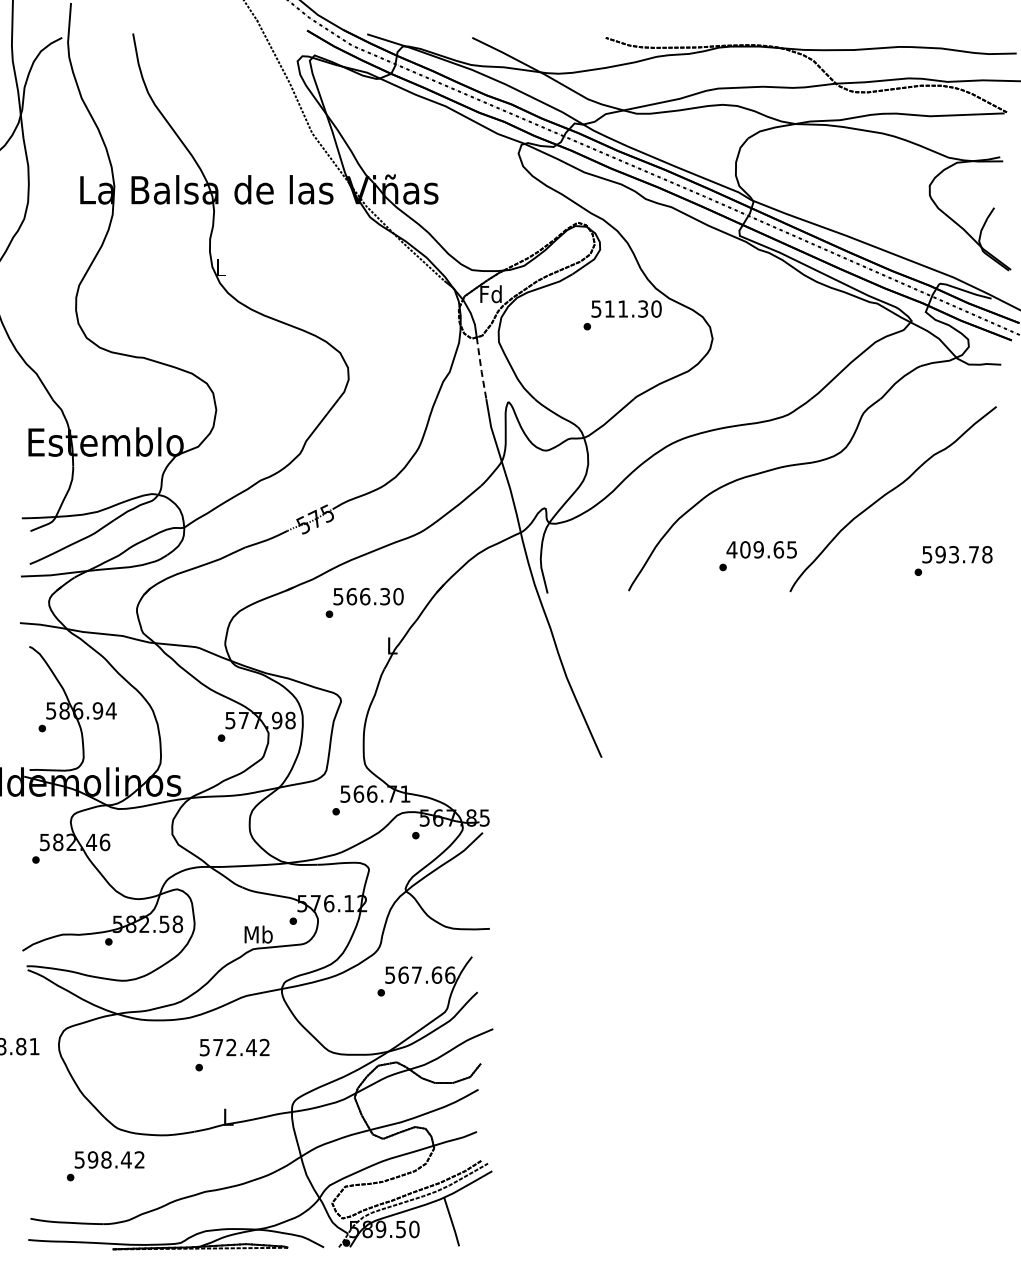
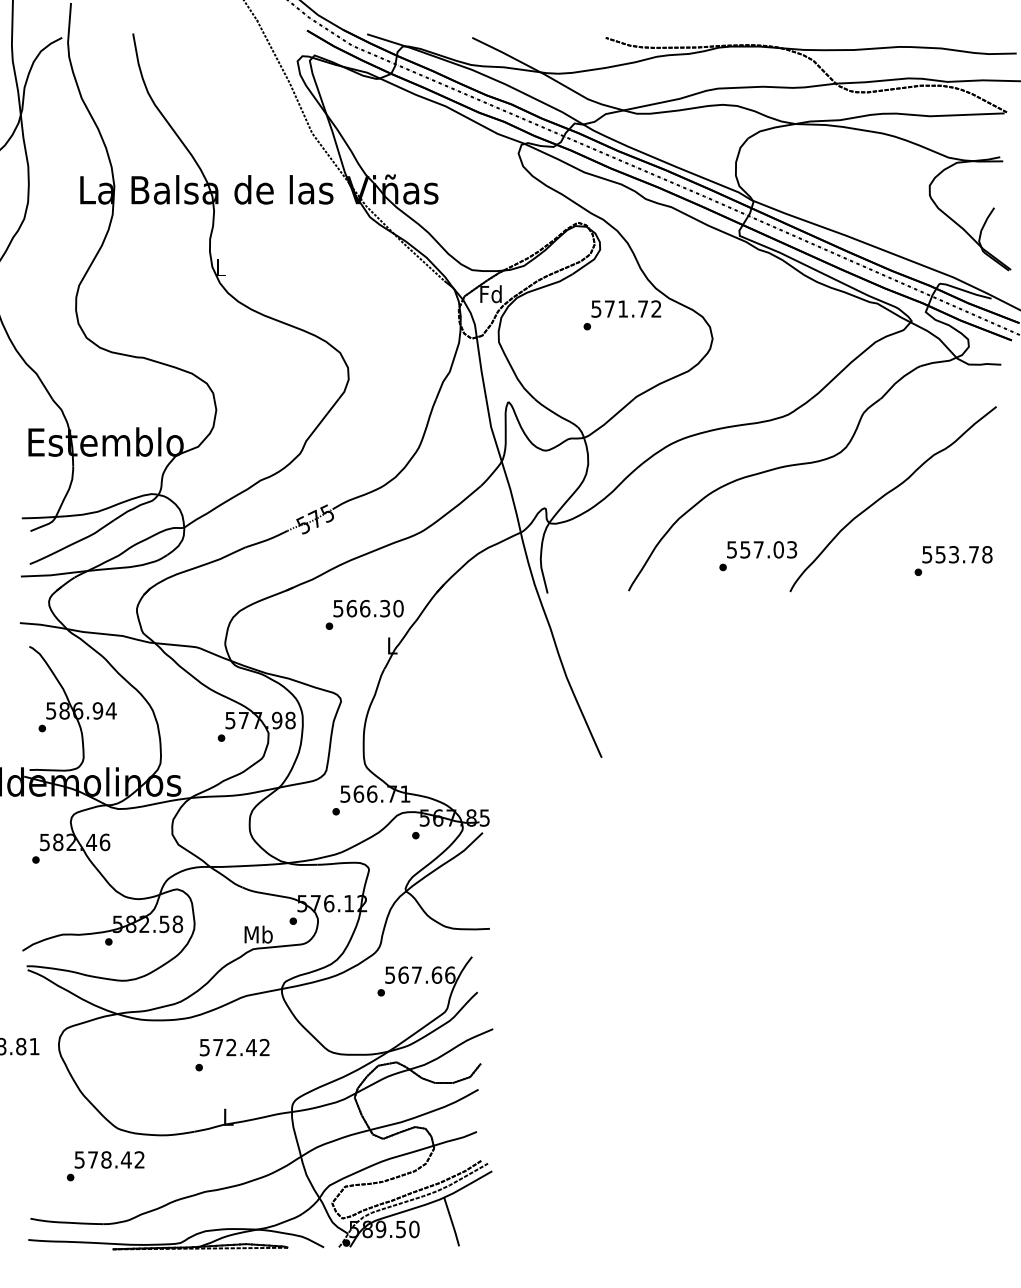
text at (633, 308): 511.30 -> 571.72
line at (481, 368): dashed -> solid
text at (761, 549): 409.65 -> 557.03
text at (940, 554): 593.78 -> 553.78
text at (364, 602) position: (364, 602) -> (364, 614)
text at (92, 1159): 598.42 -> 578.42
